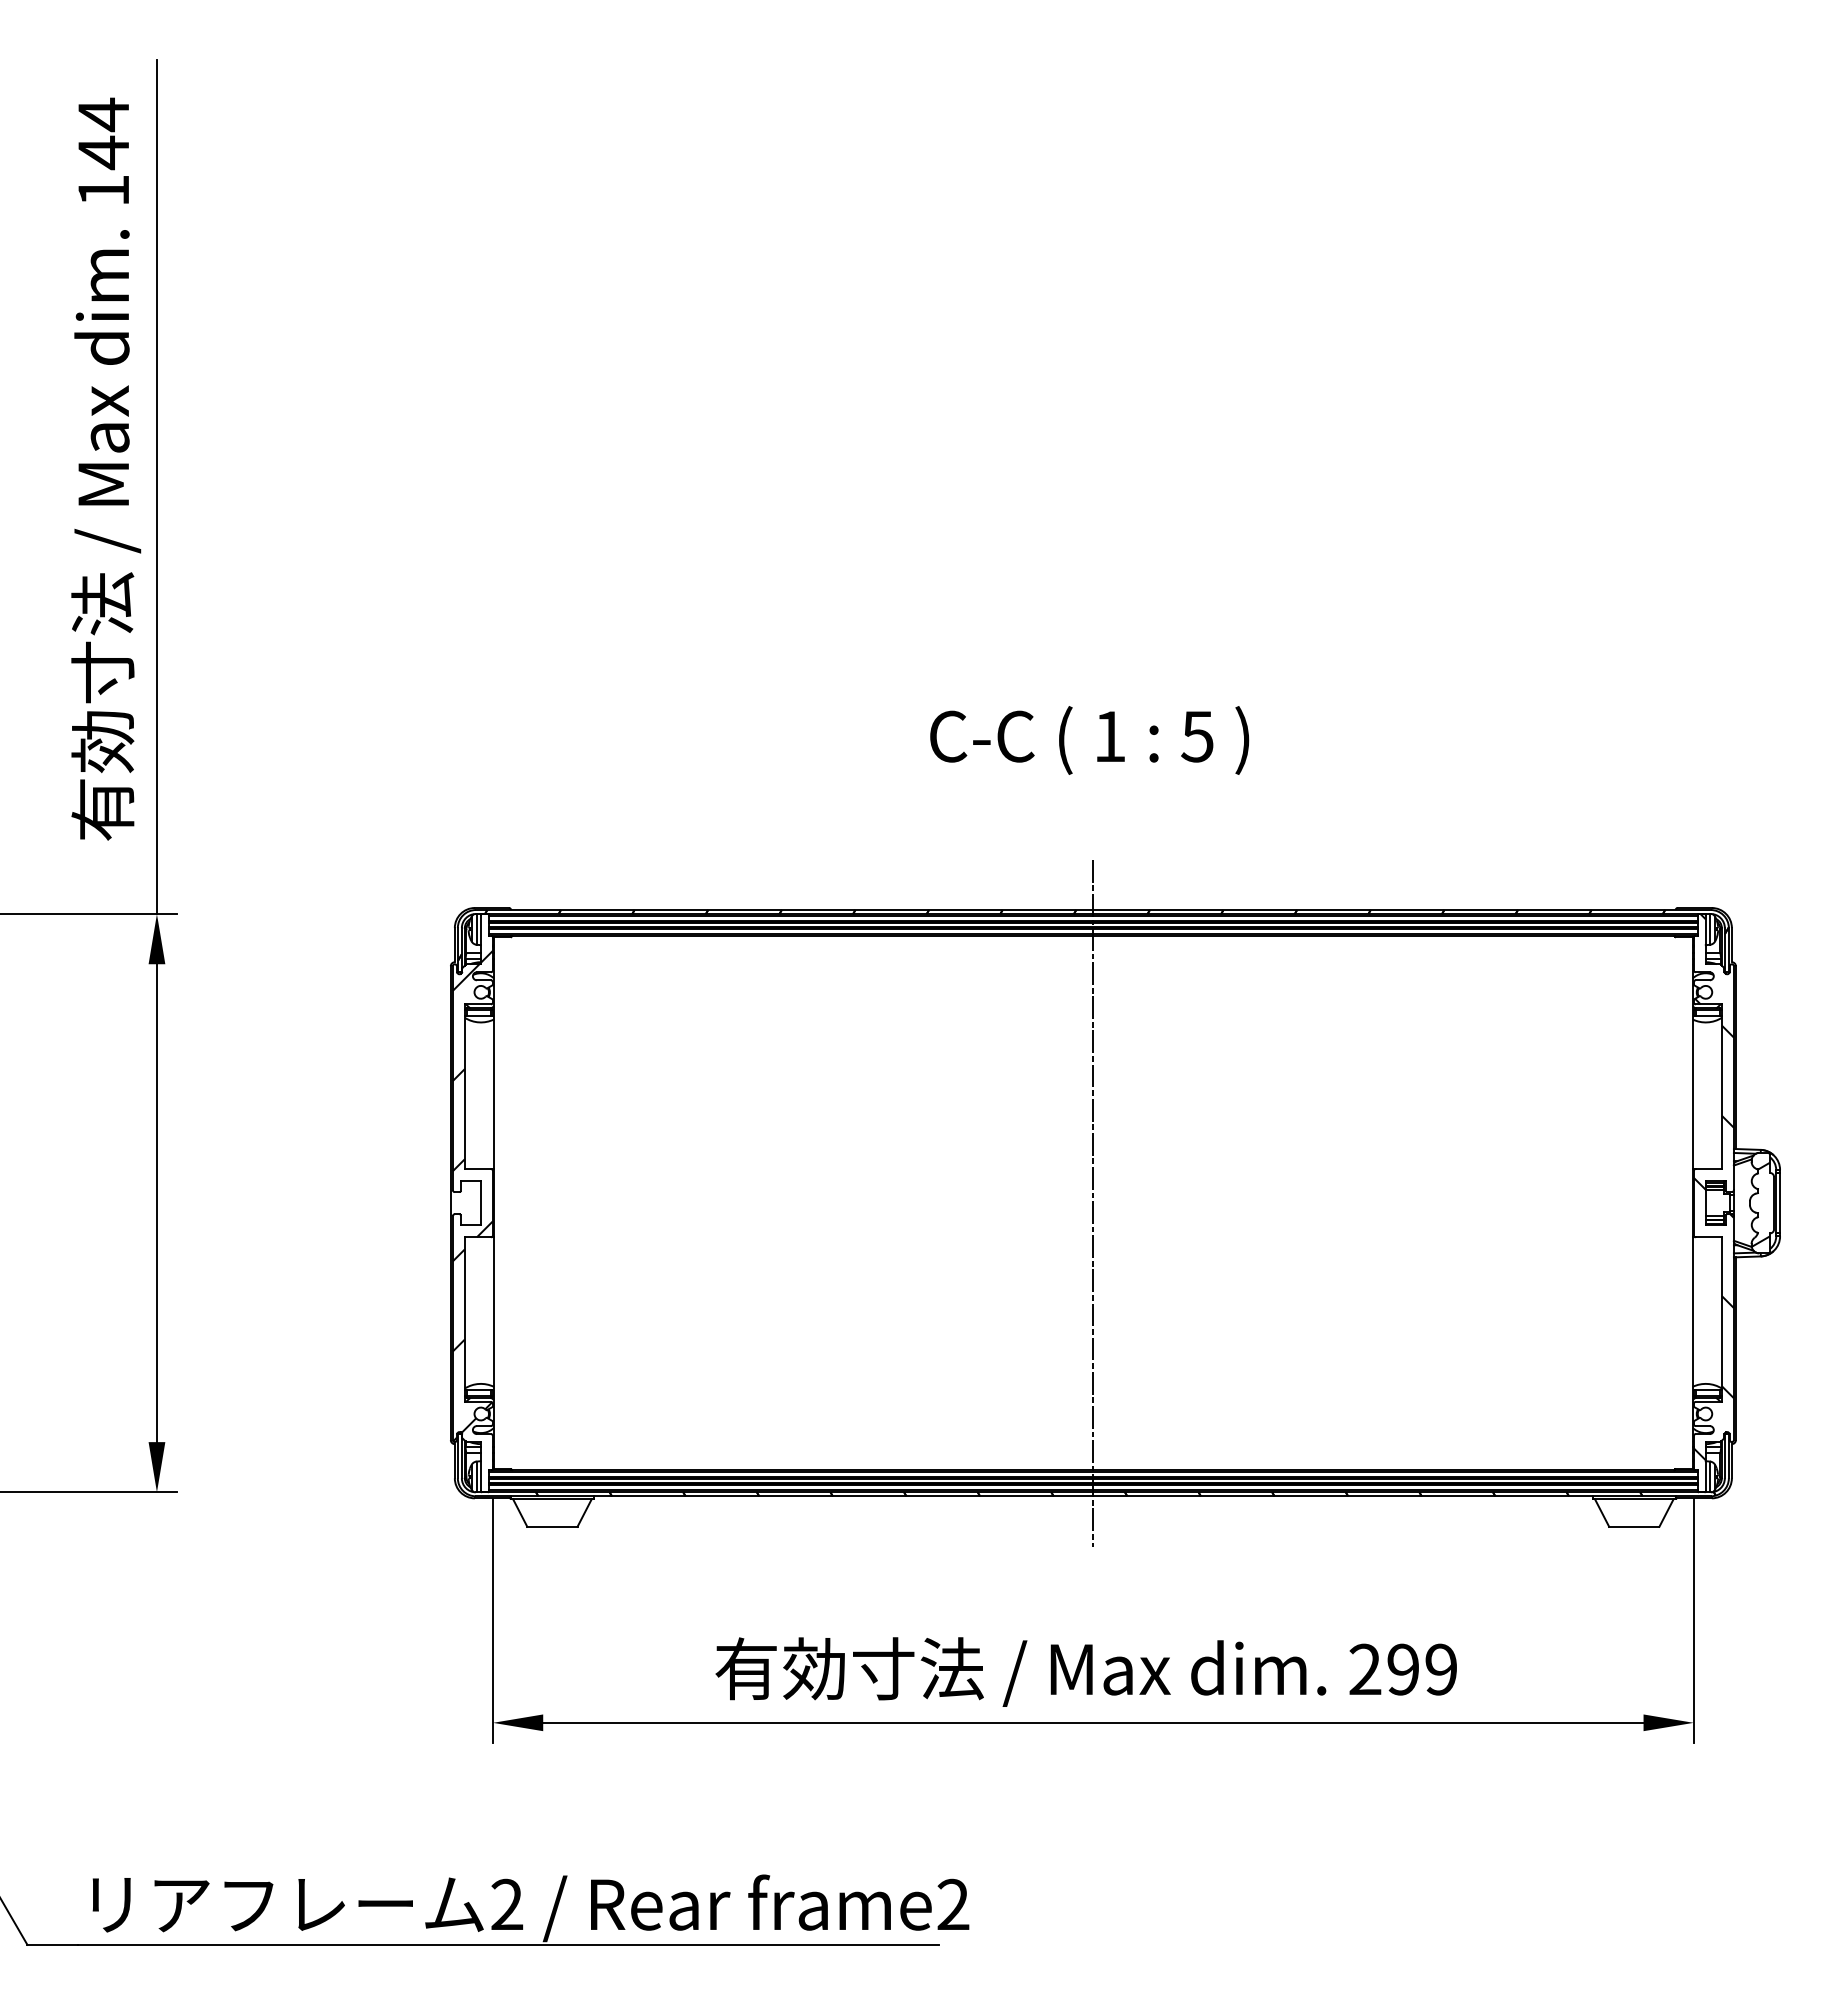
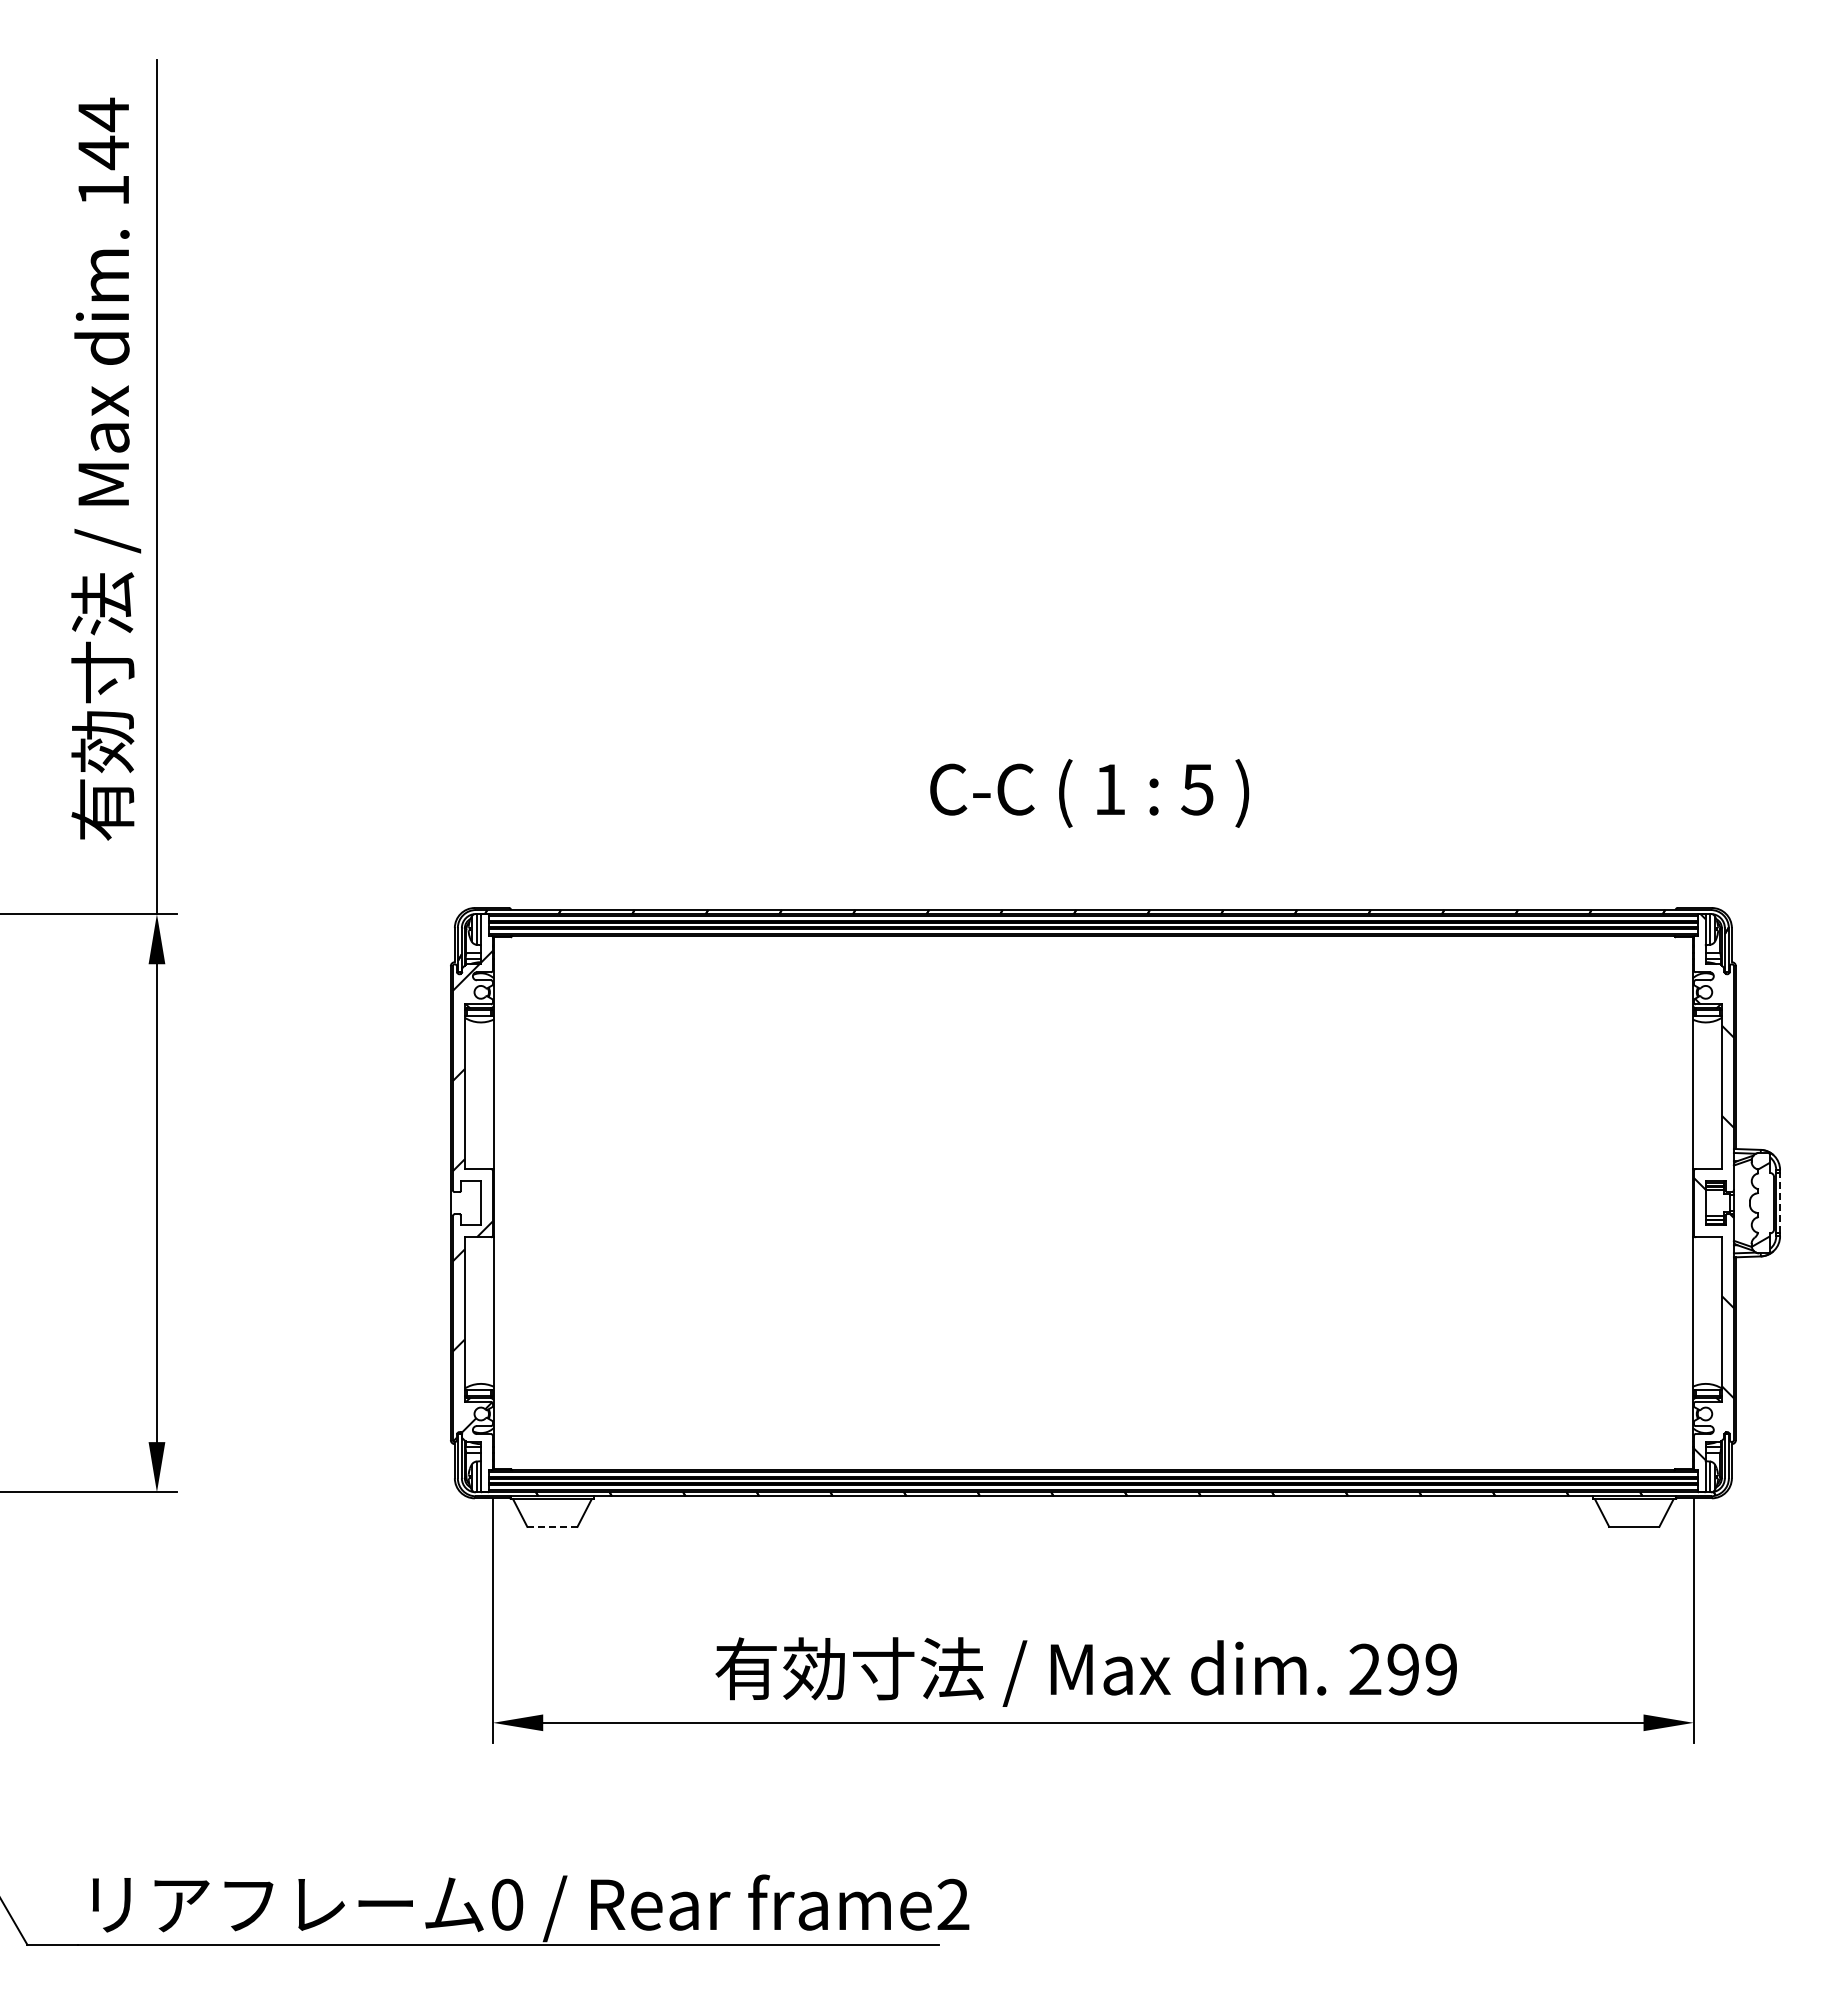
text at (1089, 740) position: (1089, 740) -> (1089, 793)
line at (1093, 1202): present -> none
line at (1780, 1203): solid -> dashed
line at (552, 1526): solid -> dashed
text at (507, 1904): 2 -> 0
